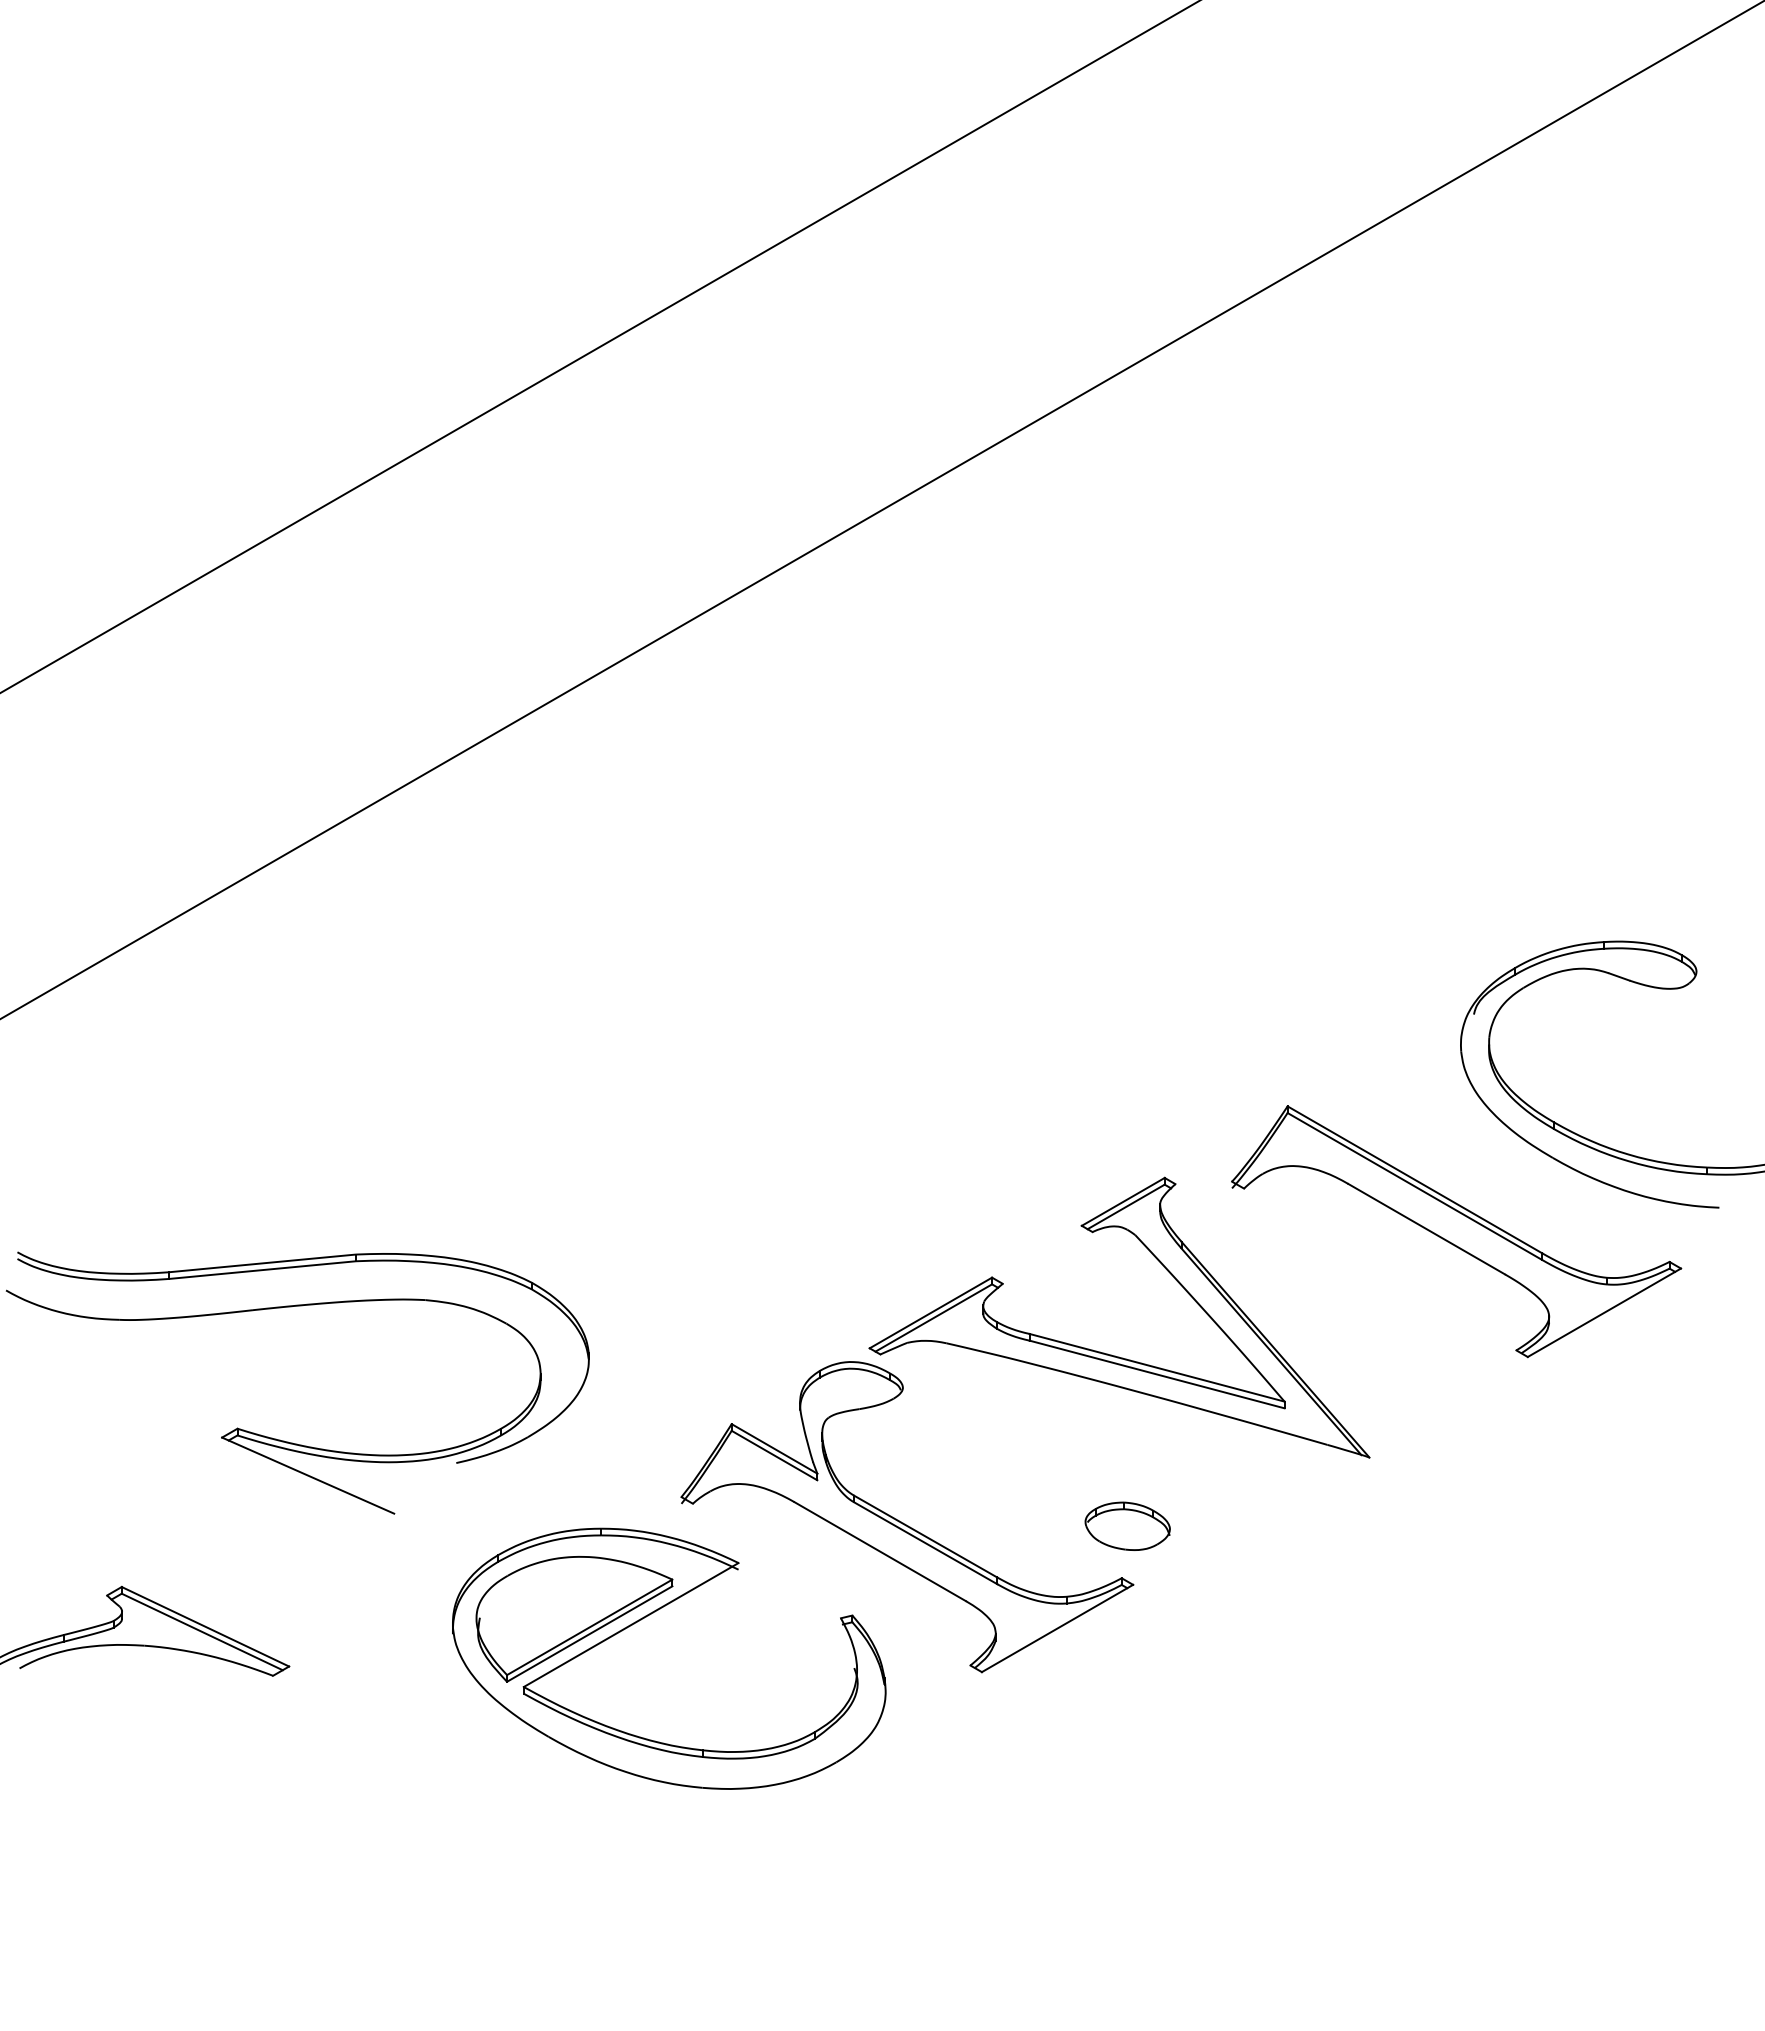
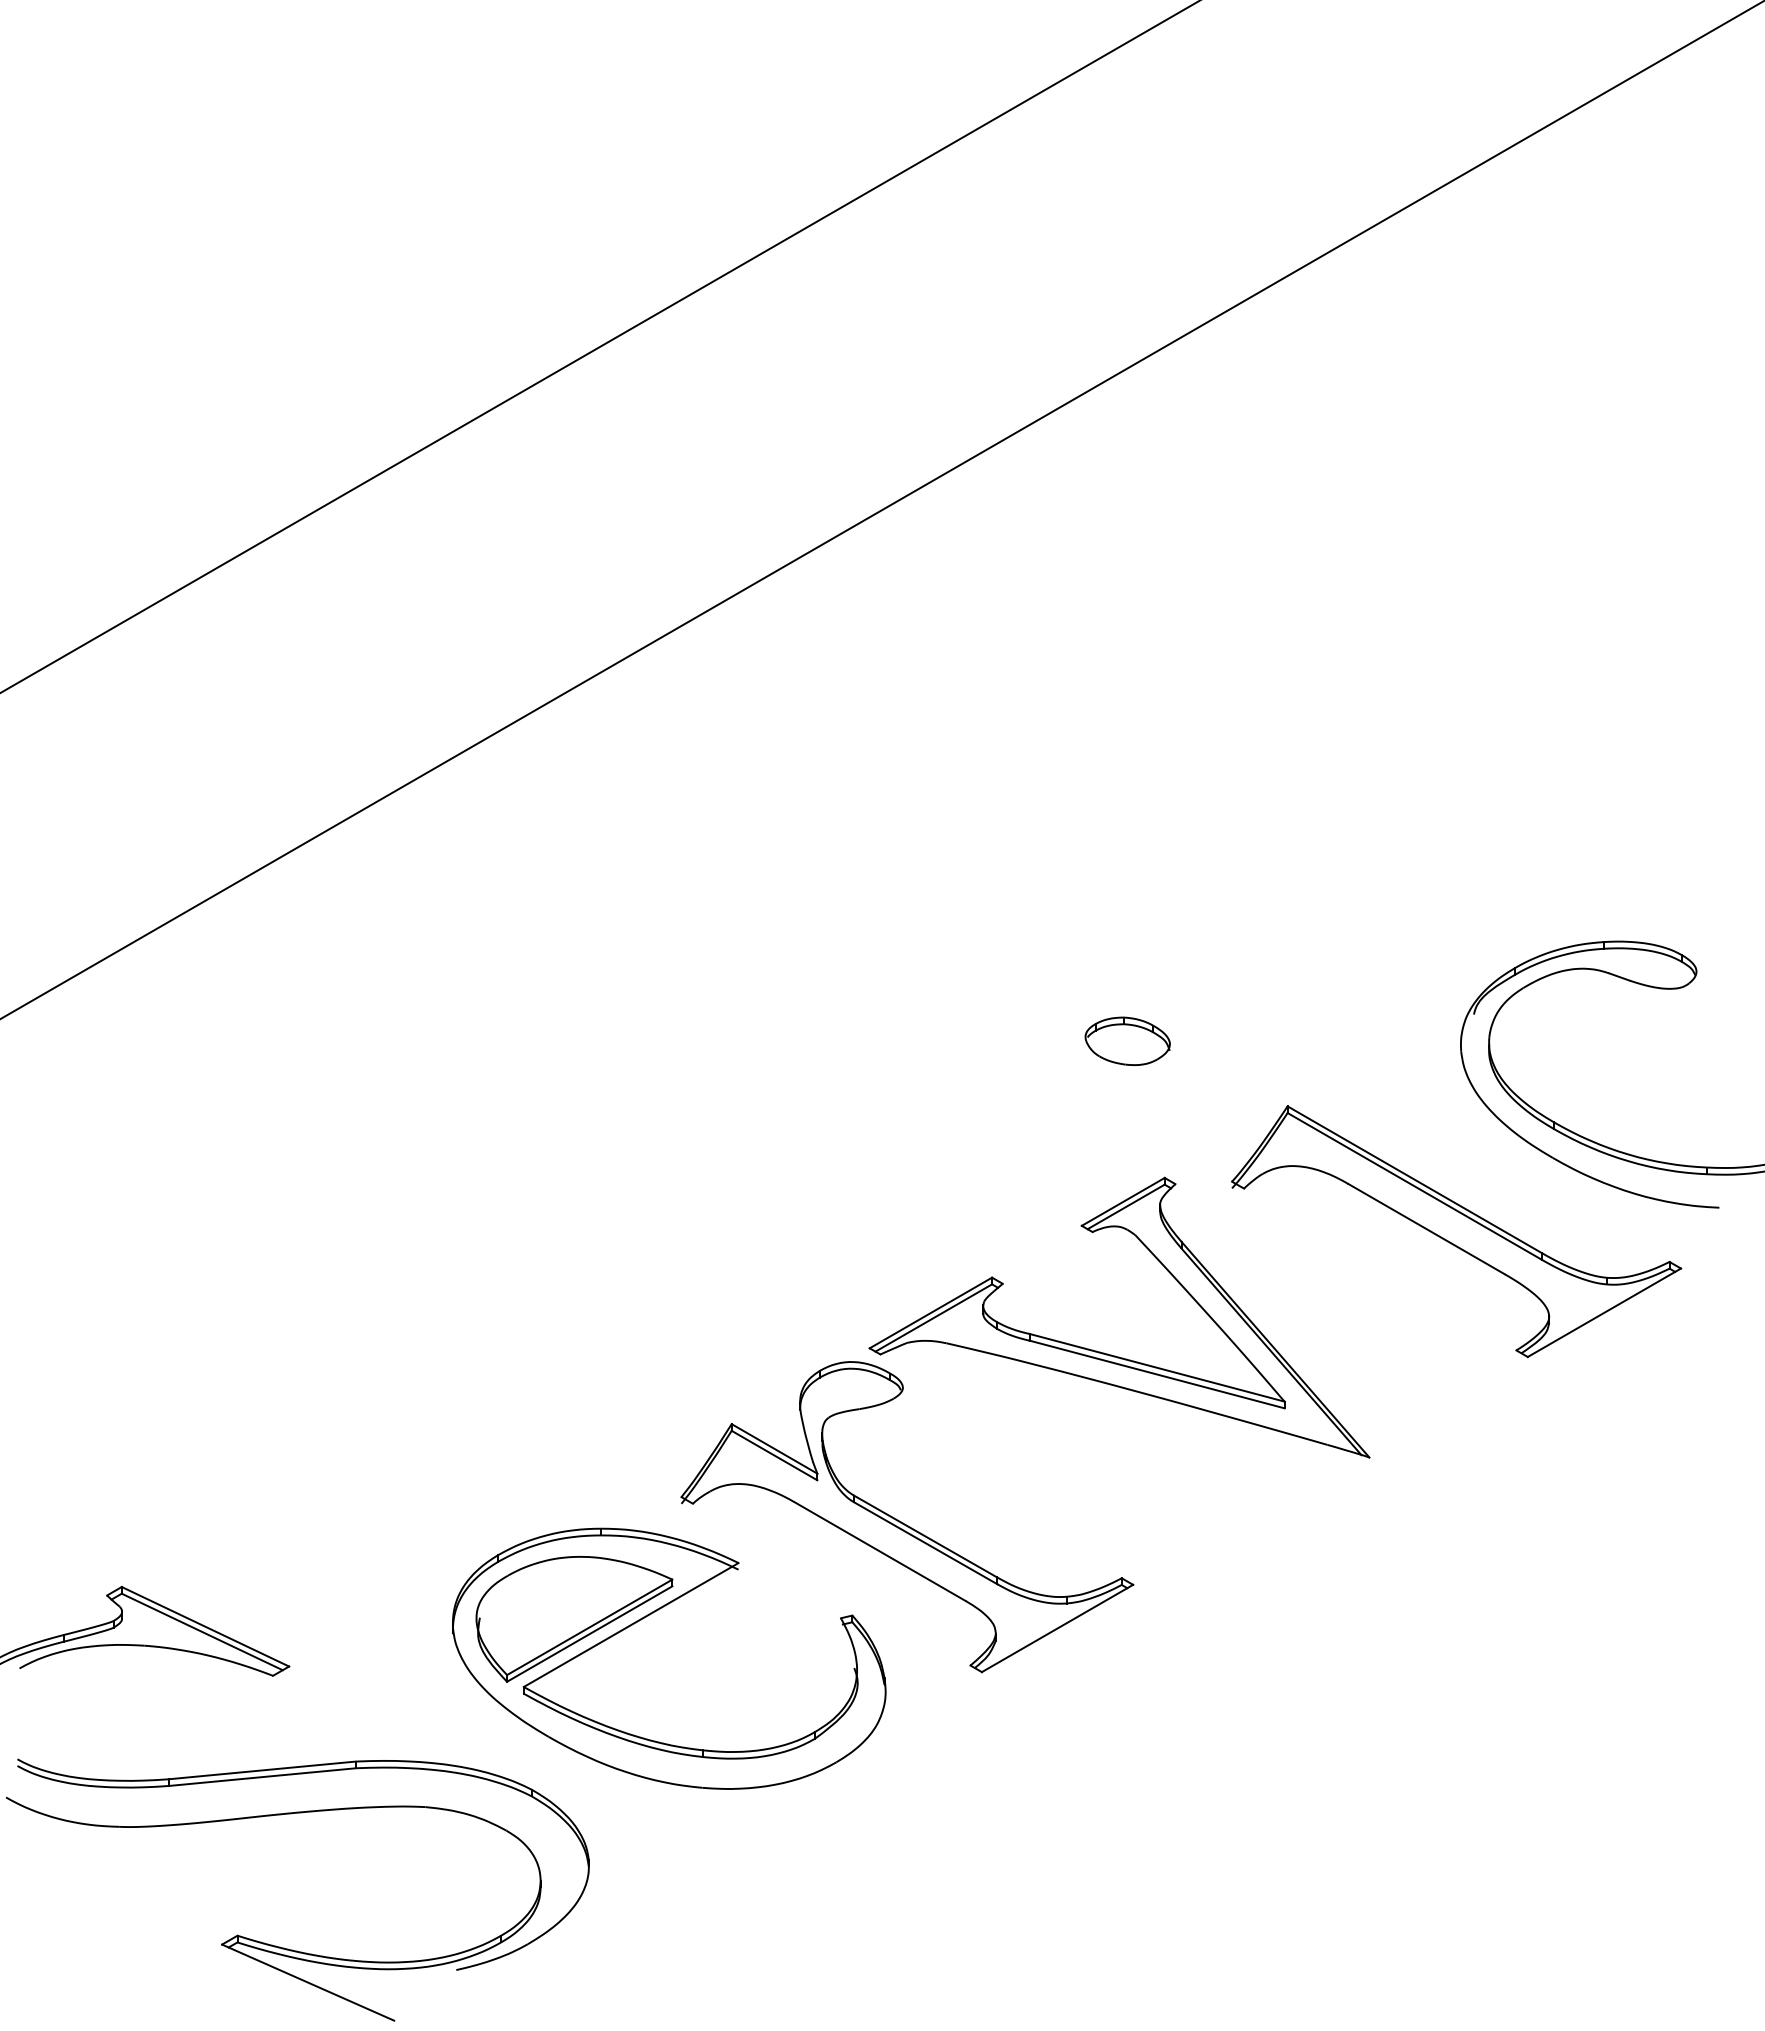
part at (284, 1440) position: (284, 1440) -> (284, 1947)
part at (1127, 1525) position: (1127, 1525) -> (1127, 1040)
